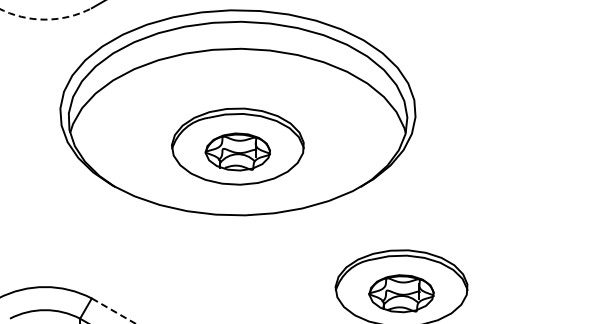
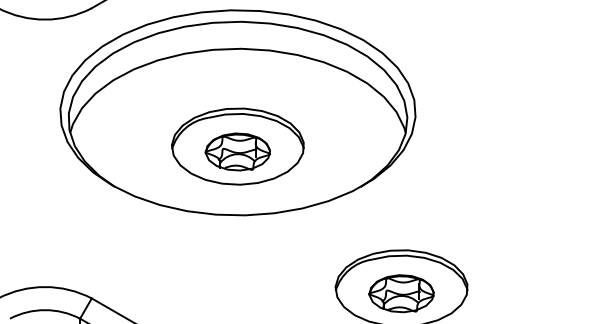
arc at (45, 19): dashed -> solid
line at (114, 311): dashed -> solid
